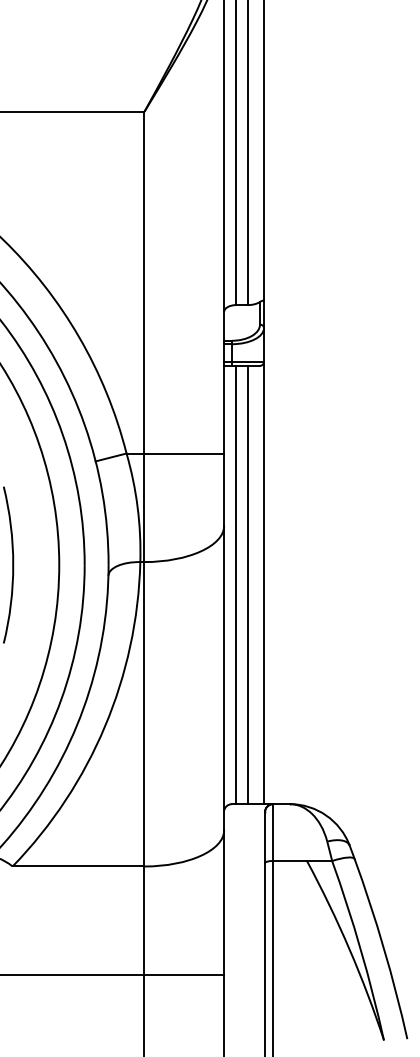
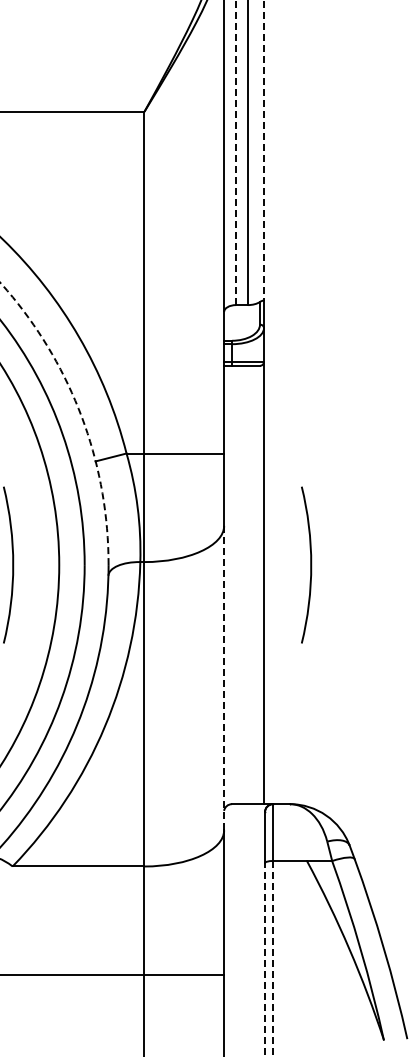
line at (263, 150): solid -> dashed
line at (236, 153): solid -> dashed
arc at (80, 412): solid -> dashed
arc at (310, 564): none -> present
line at (236, 584): present -> none
line at (248, 584): present -> none
line at (224, 678): solid -> dashed
line at (273, 958): solid -> dashed
line at (265, 959): solid -> dashed
